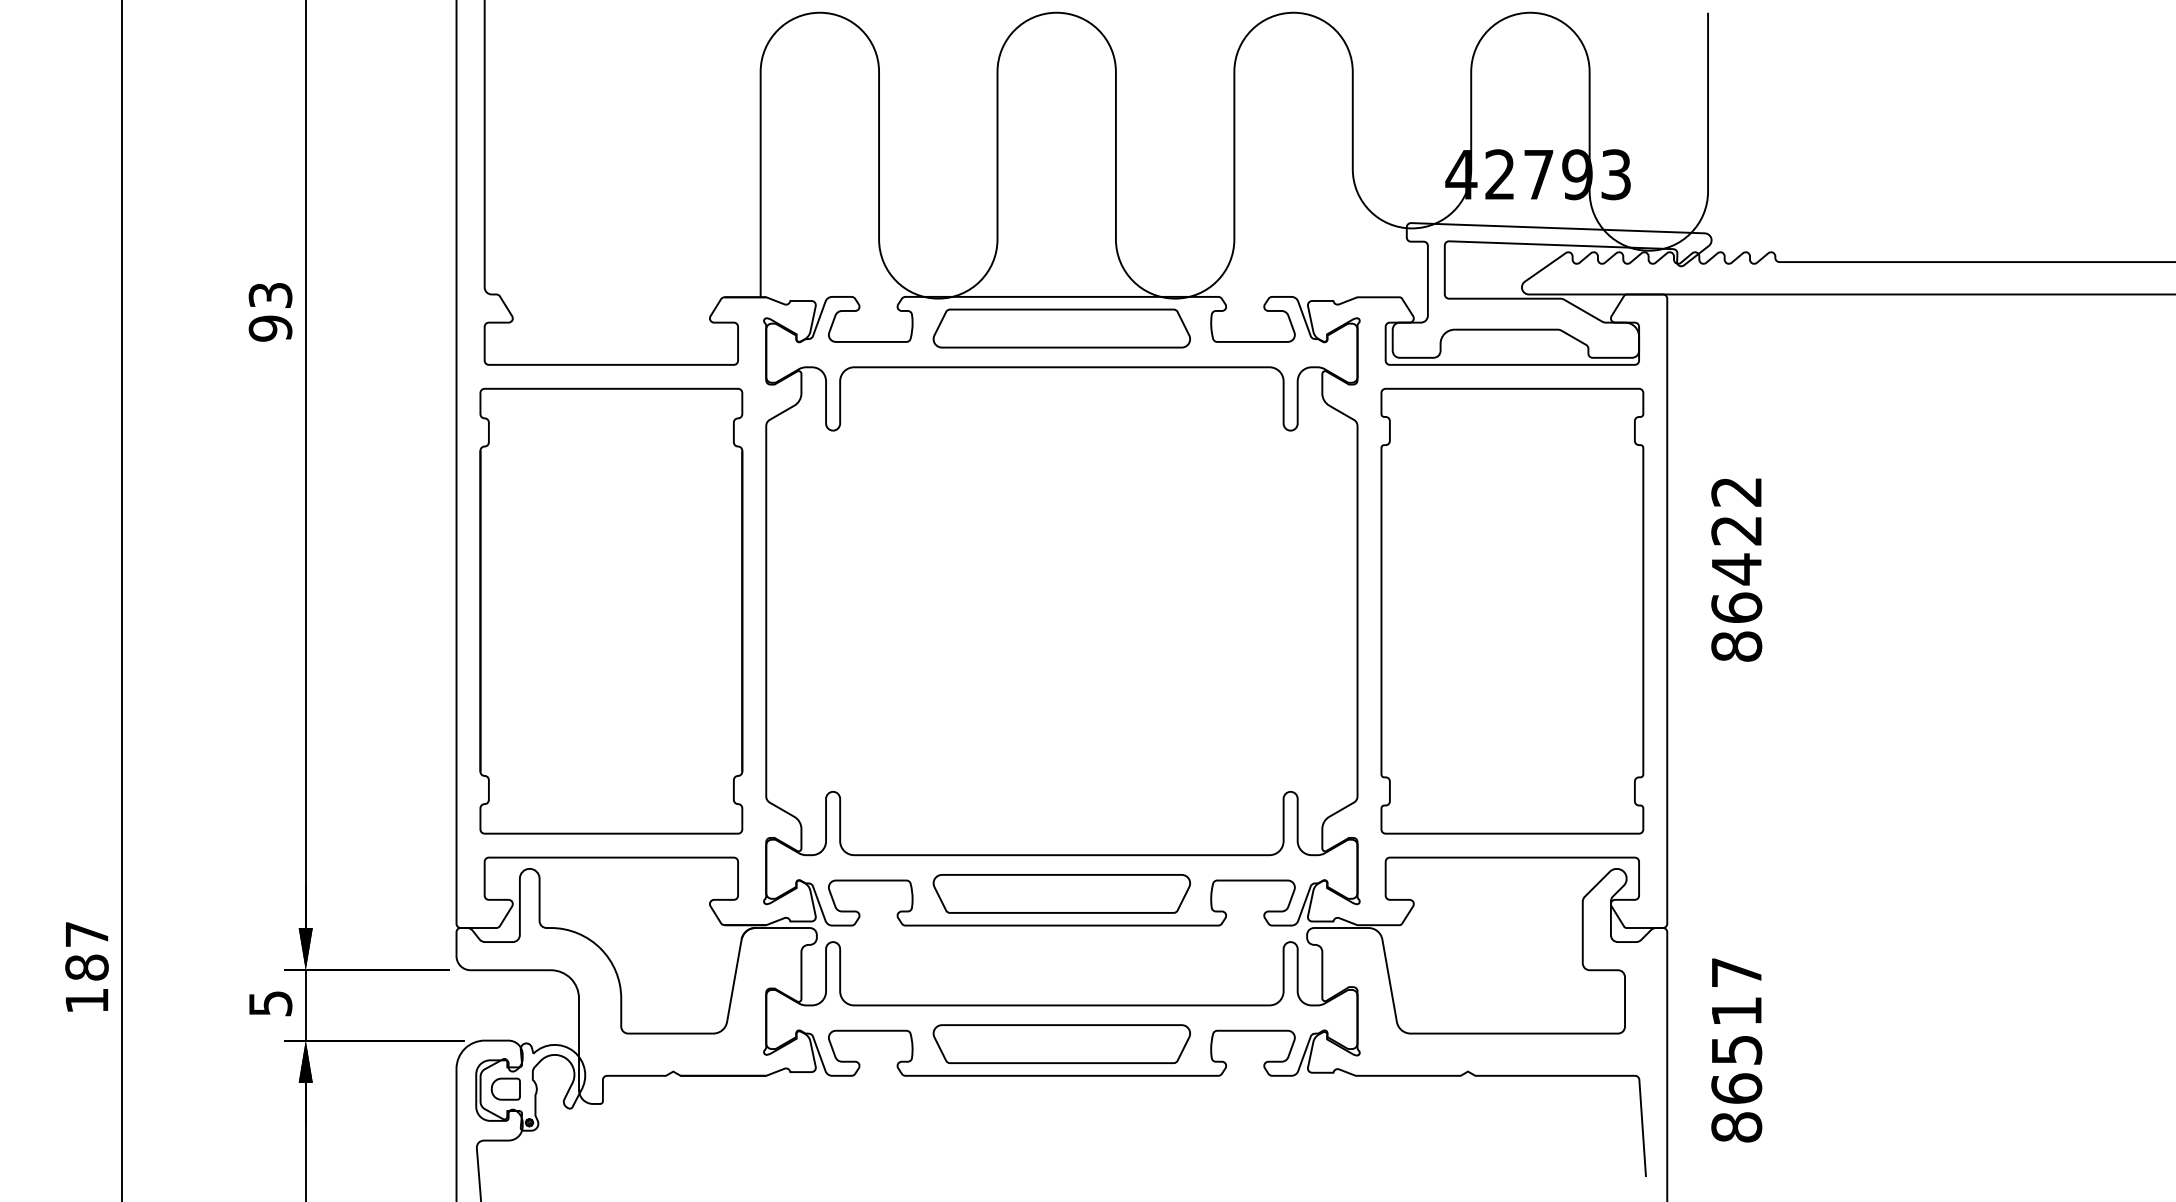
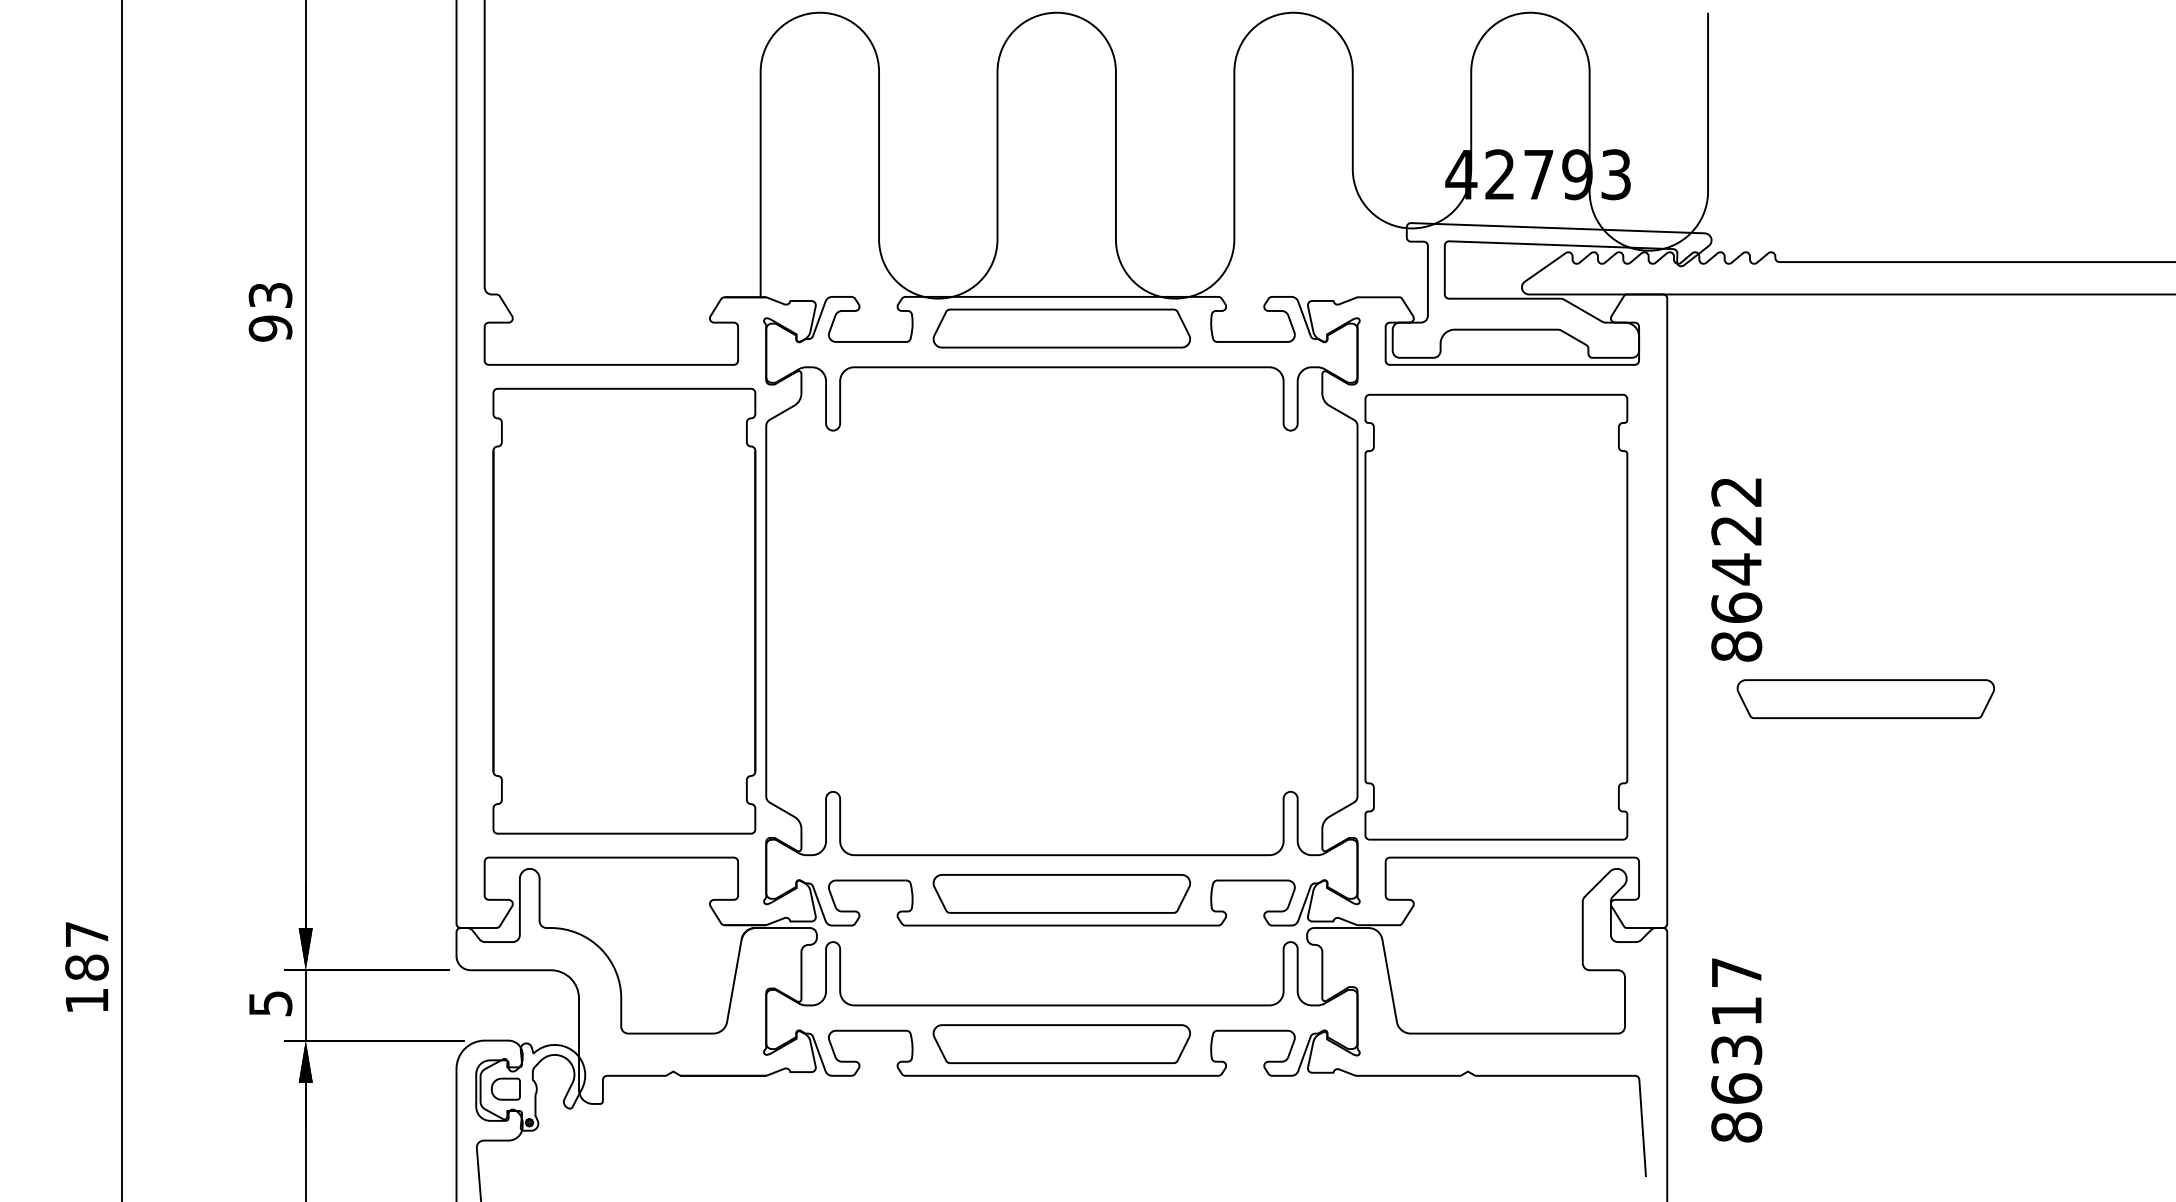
part at (611, 610) position: (611, 610) -> (624, 610)
part at (1512, 610) position: (1512, 610) -> (1496, 616)
part at (1865, 698): none -> present
text at (1736, 1049): 86517 -> 86317
